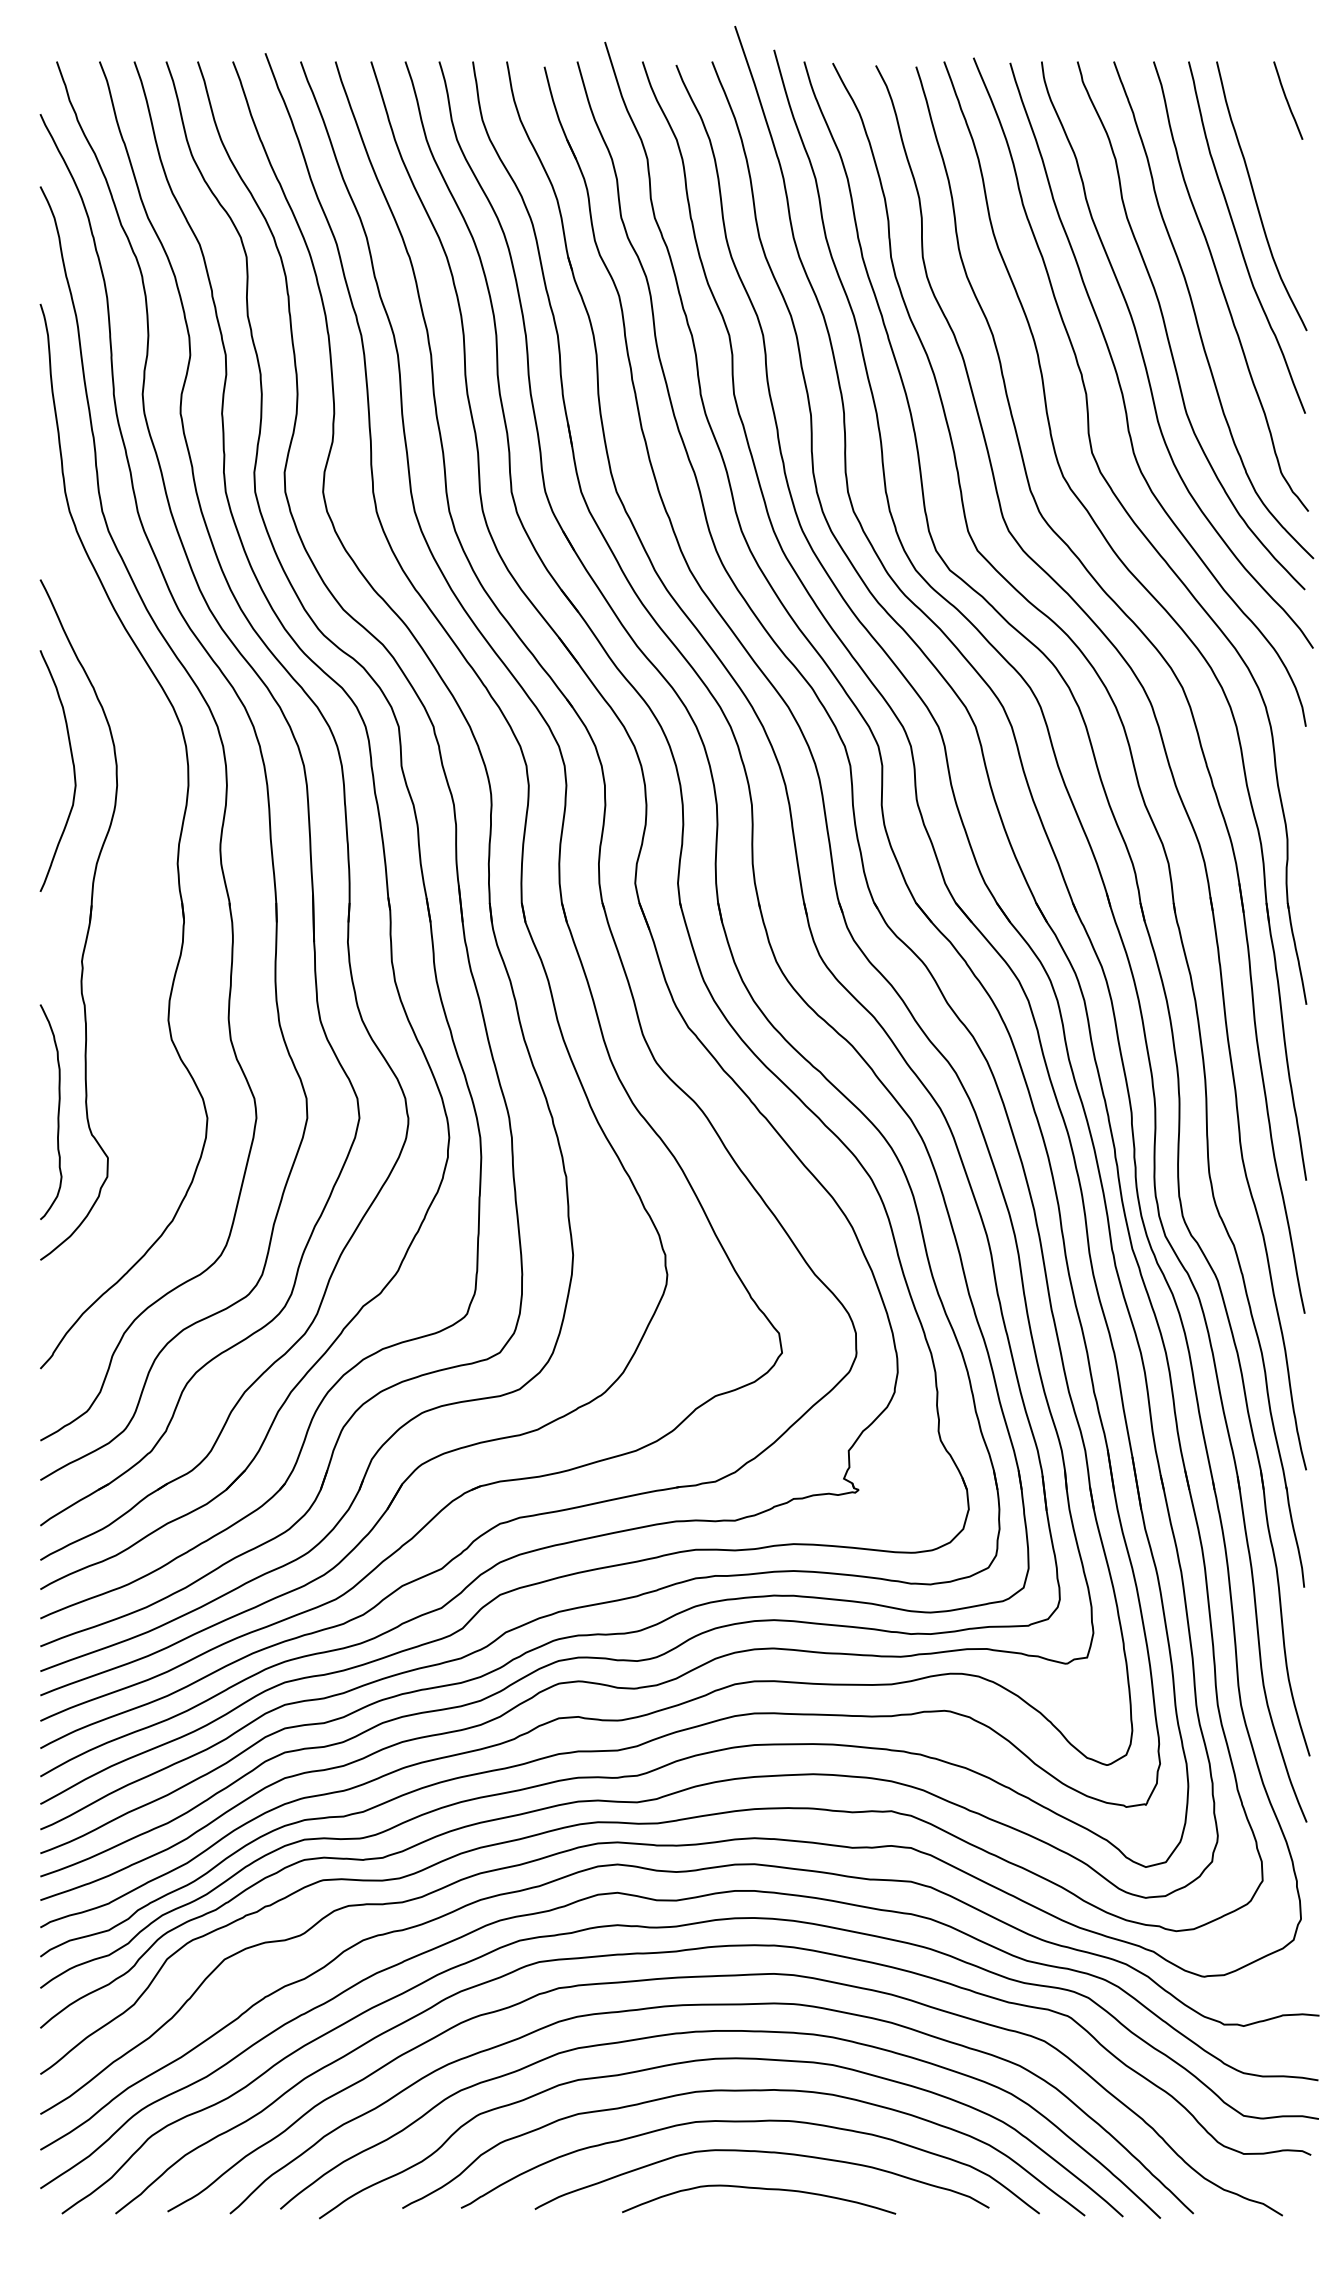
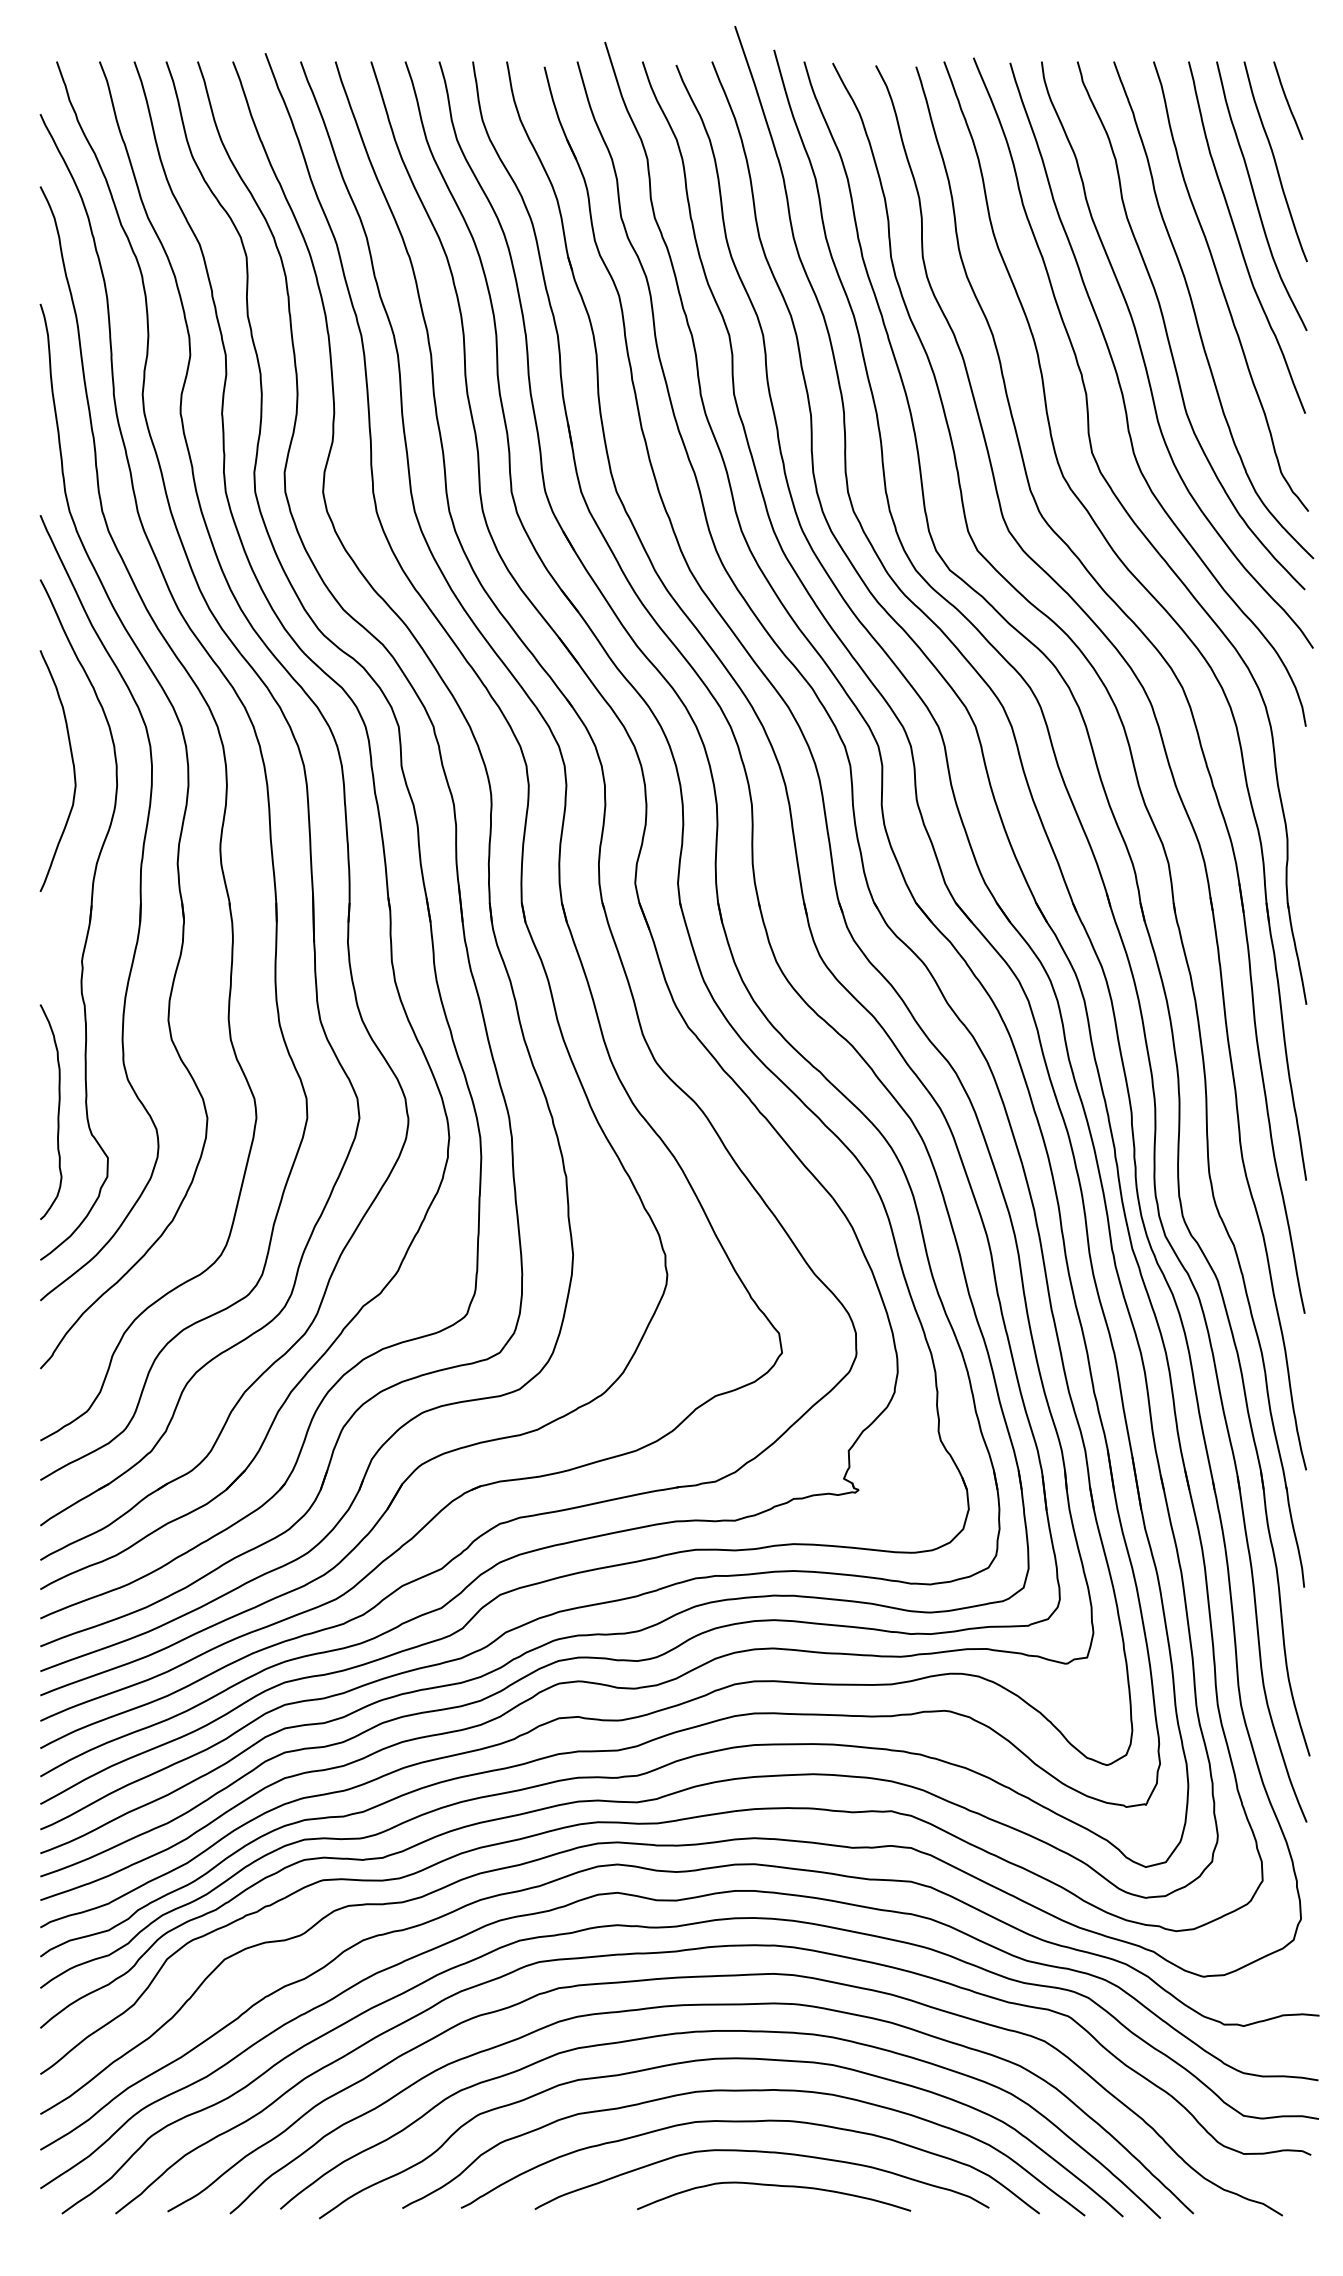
curve at (1275, 161): none -> present
part at (139, 908): none -> present
curve at (759, 2189) position: (759, 2189) -> (774, 2186)
